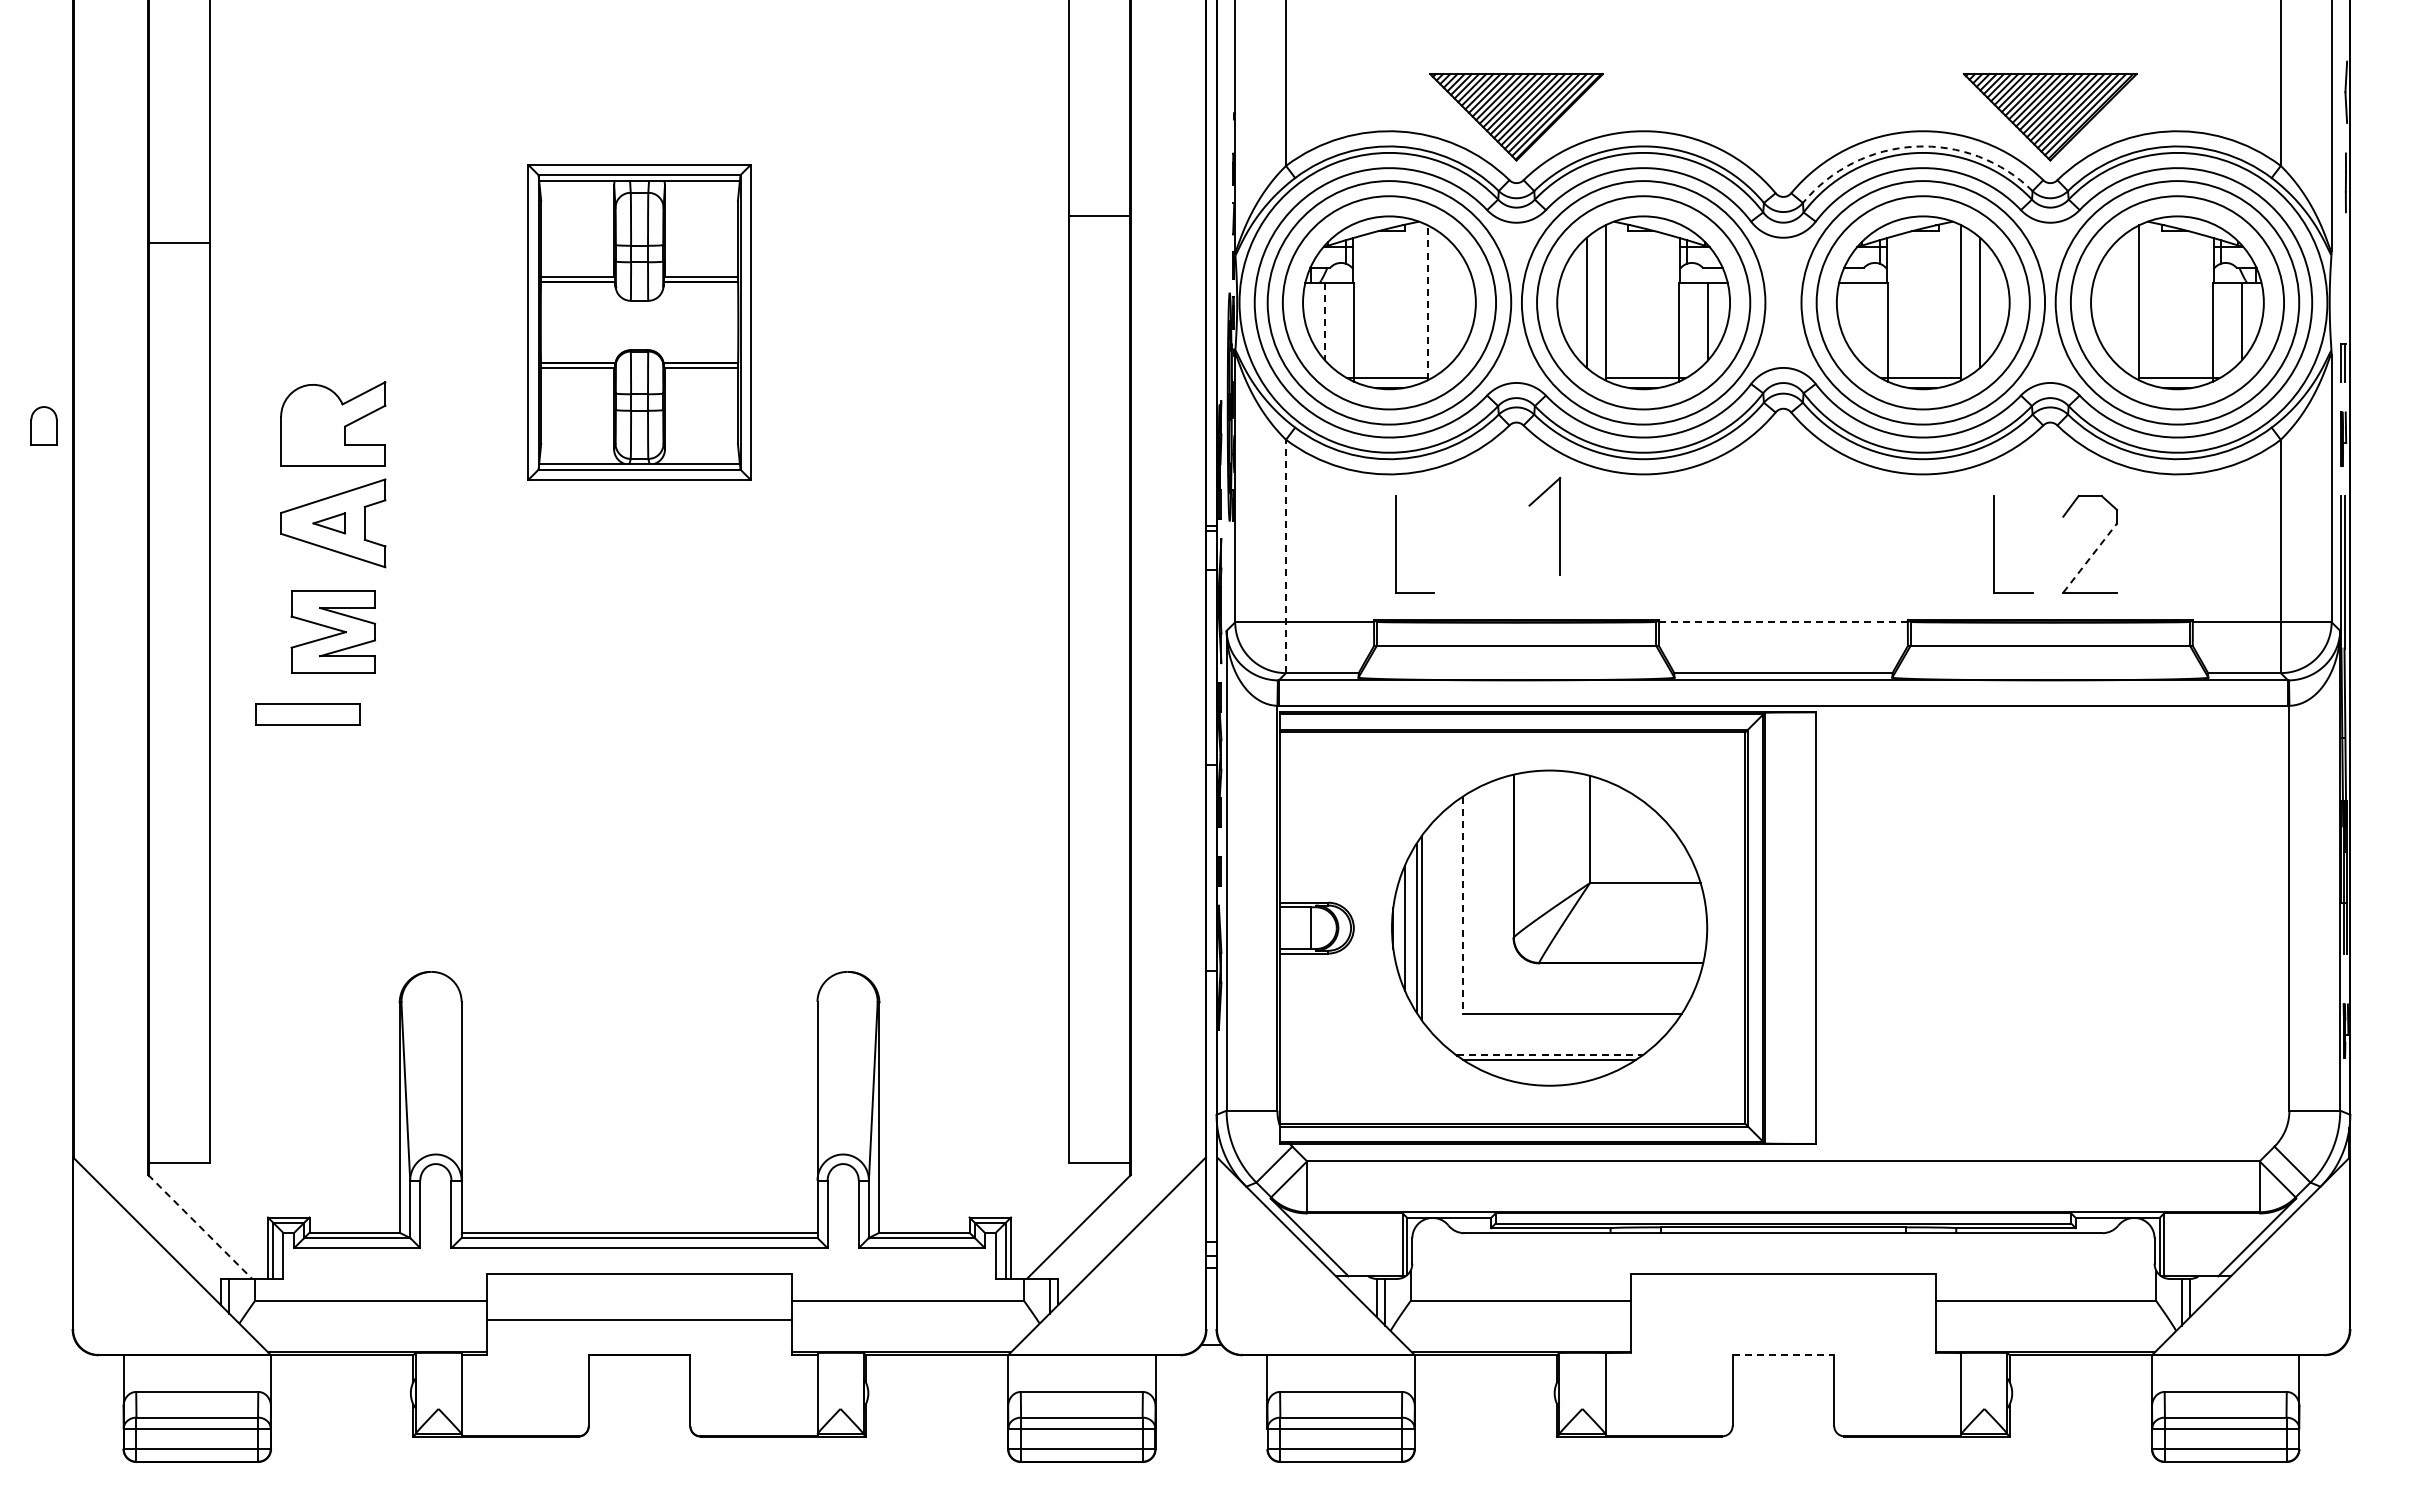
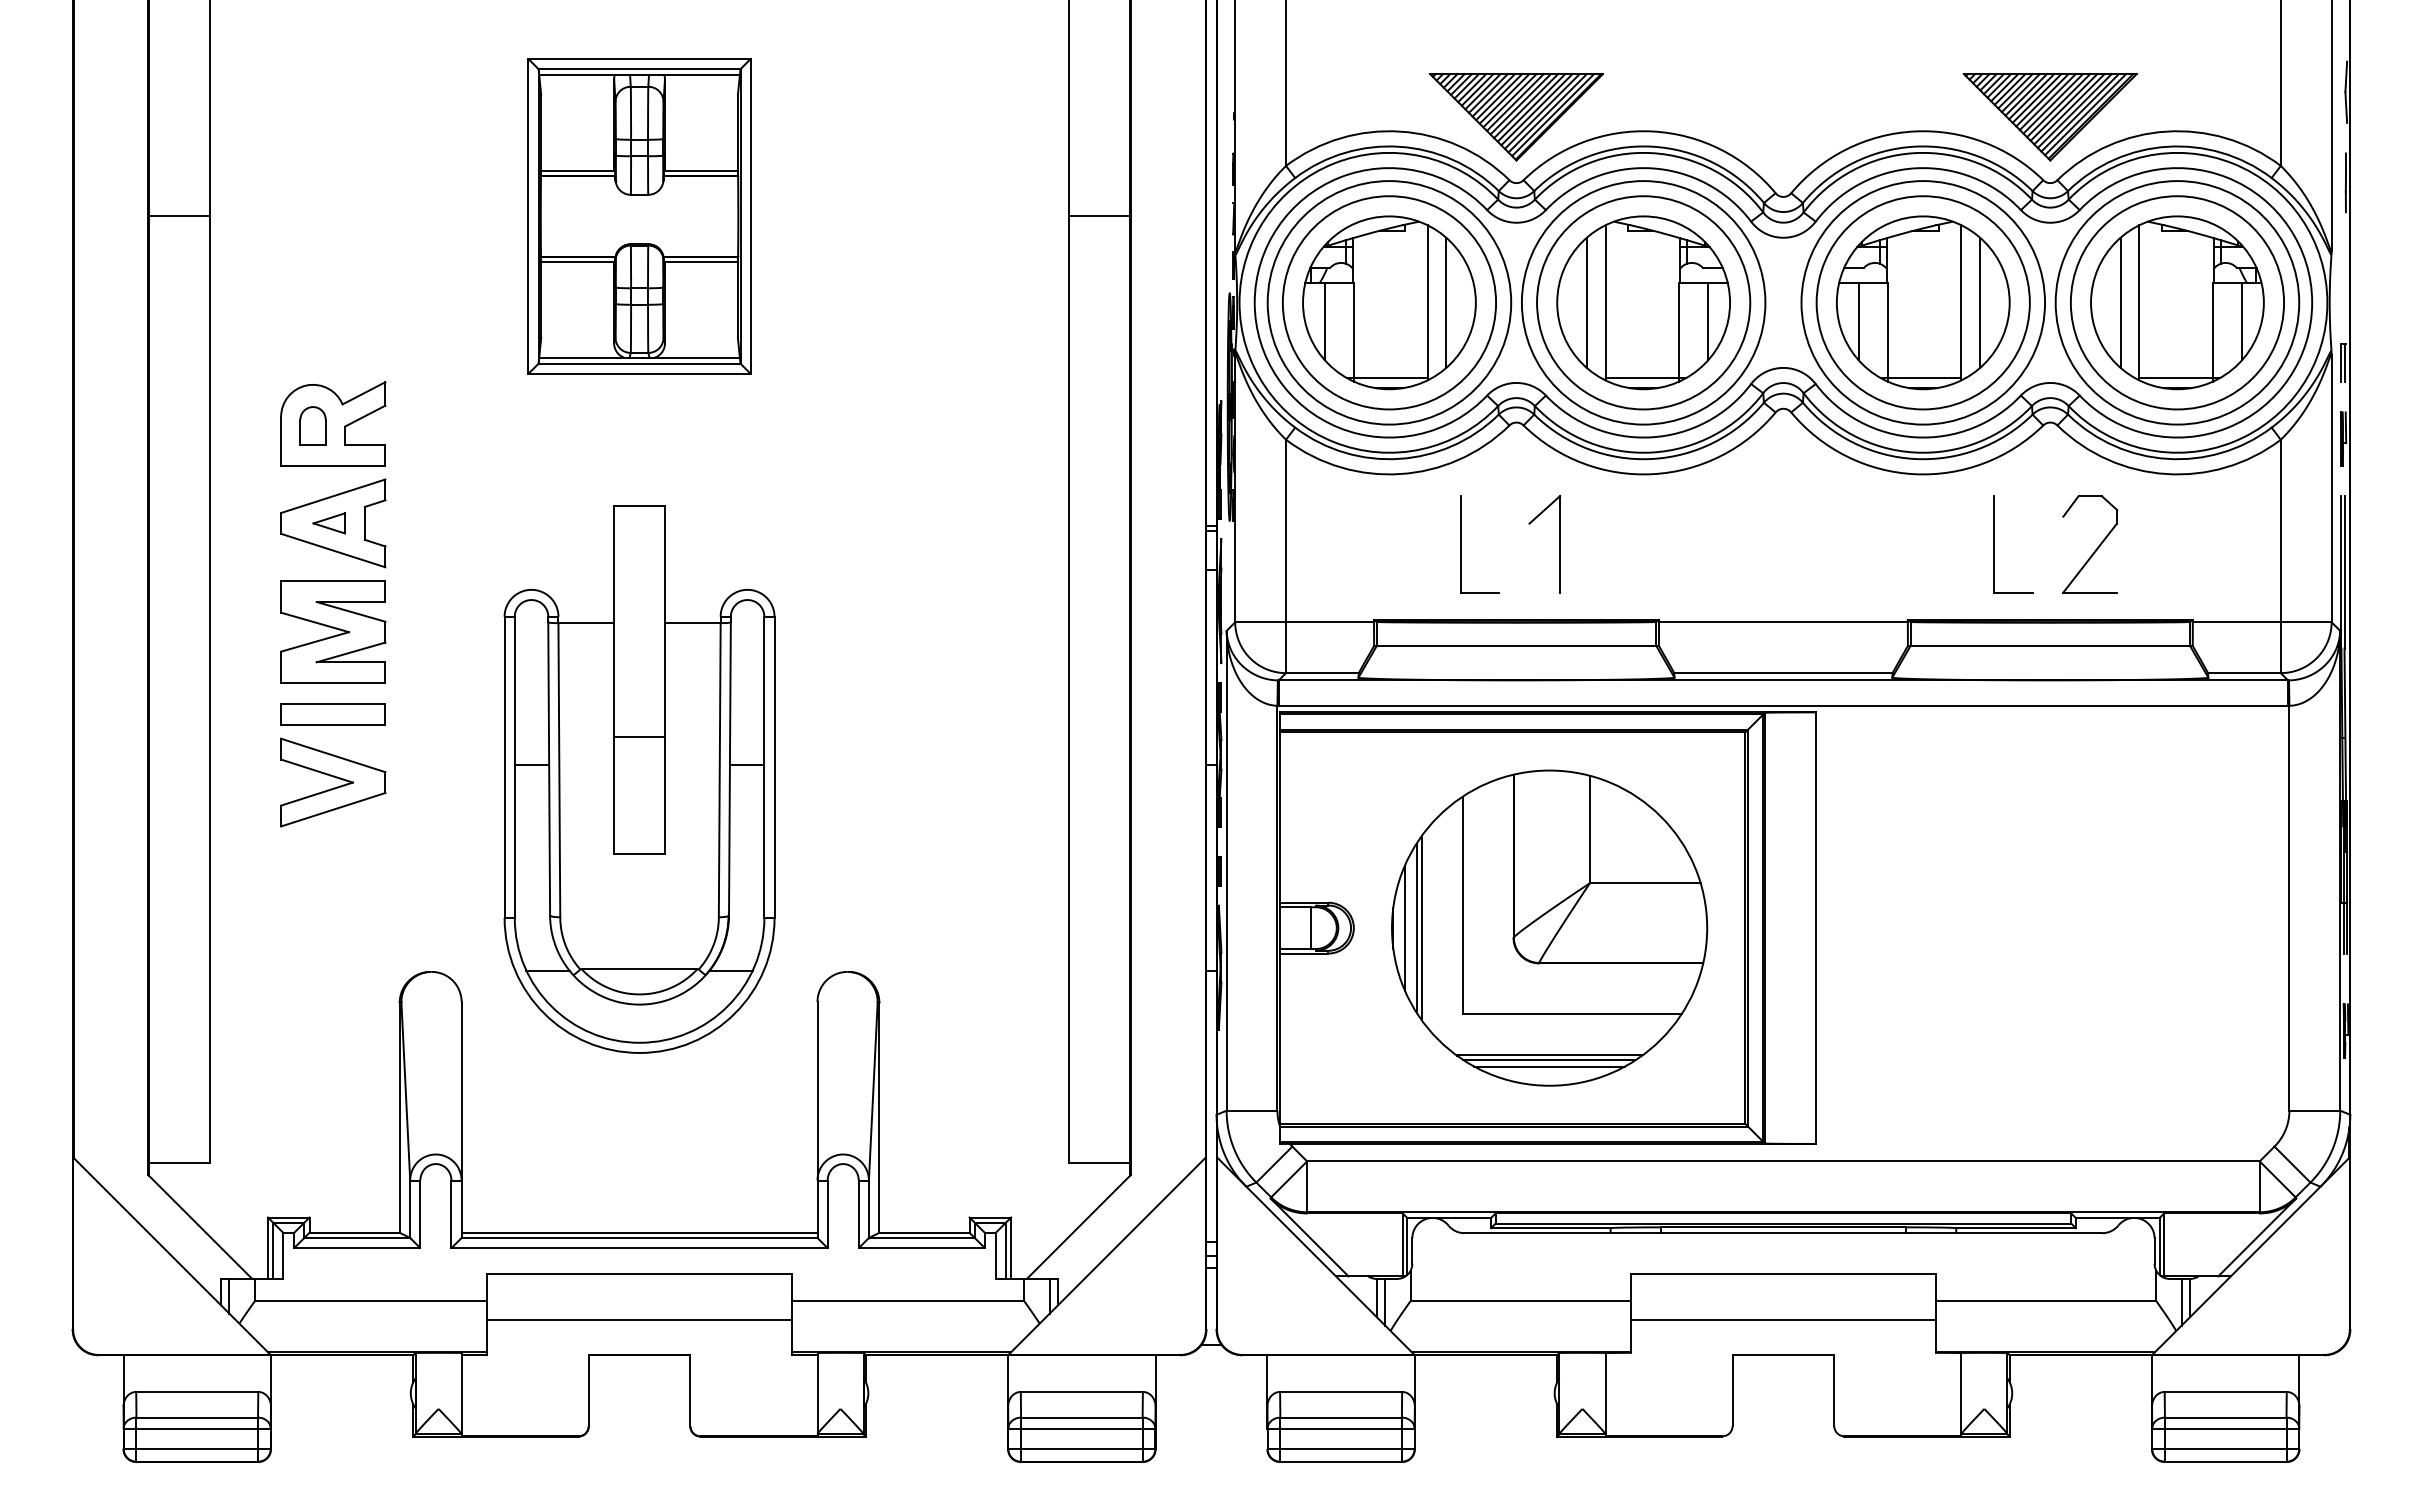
arc at (1915, 146): dashed -> solid
line at (179, 243) position: (179, 243) -> (179, 216)
line at (1427, 302): dashed -> solid
line at (1446, 302): none -> present
line at (2120, 302): none -> present
line at (1325, 321): dashed -> solid
line at (1858, 321): none -> present
part at (639, 322) position: (639, 322) -> (639, 216)
part at (43, 425) position: (43, 425) -> (312, 425)
part at (1559, 526) position: (1559, 526) -> (1559, 544)
part at (1396, 544) position: (1396, 544) -> (1461, 544)
line at (1286, 556): dashed -> solid
line at (2090, 558): dashed -> solid
line at (1783, 622): dashed -> solid
part at (332, 631) size: 86x84 px -> 107x104 px
part at (307, 714) position: (307, 714) -> (332, 714)
part at (639, 779): none -> present
part at (333, 782): none -> present
line at (1462, 905): dashed -> solid
line at (1549, 1055): dashed -> solid
line at (1549, 1066): none -> present
line at (200, 1226): dashed -> solid
line at (1782, 1319): none -> present
line at (1783, 1354): dashed -> solid
